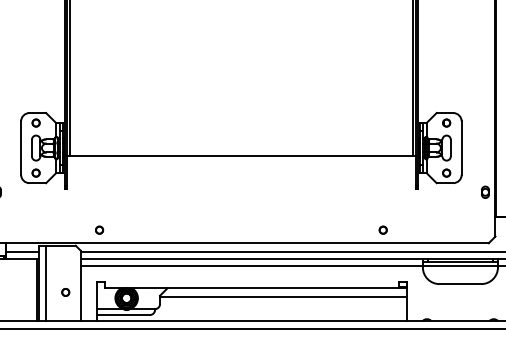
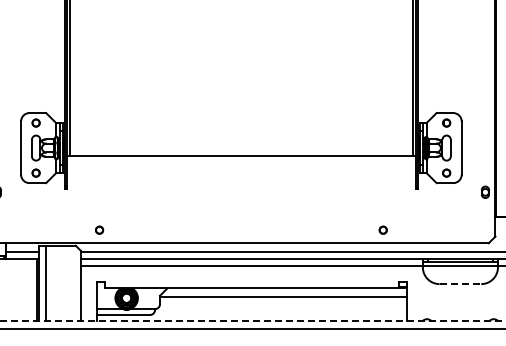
line at (460, 284): solid -> dashed
part at (65, 292): present -> none
line at (252, 320): solid -> dashed
